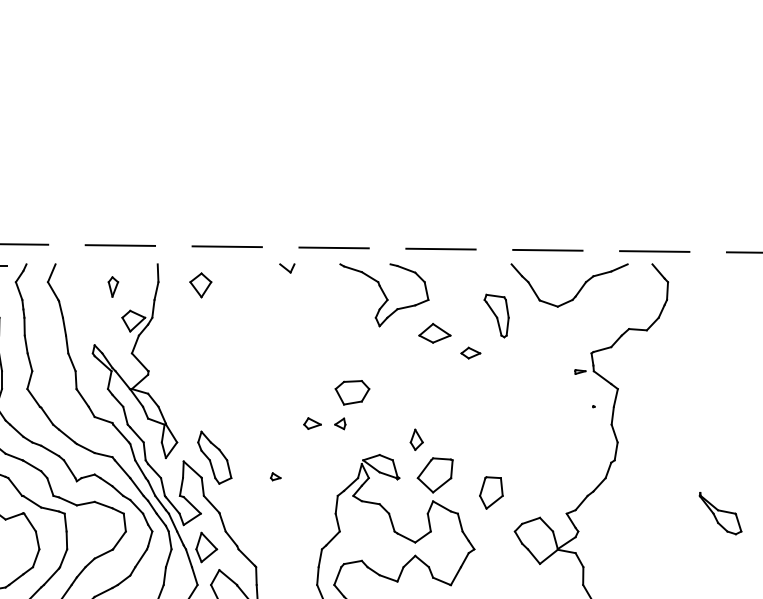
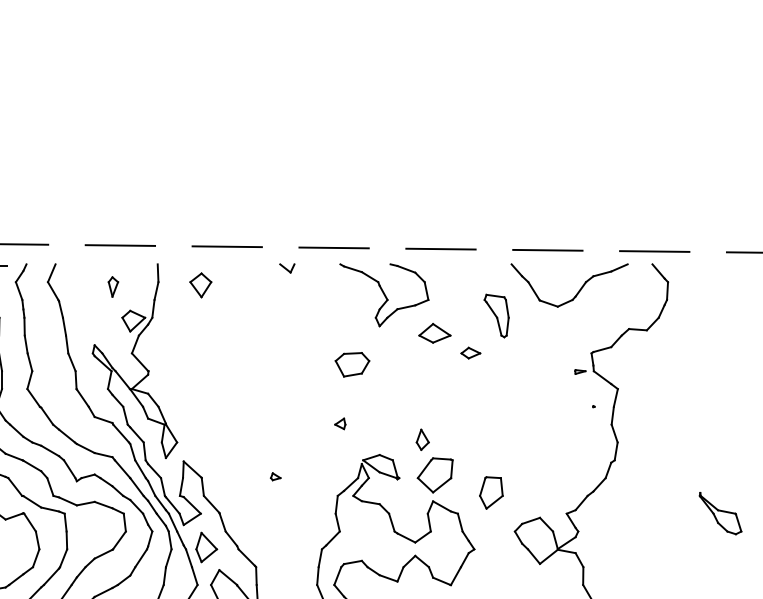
part at (352, 392) position: (352, 392) -> (352, 364)
part at (312, 423): present -> none
part at (416, 439) position: (416, 439) -> (422, 439)
part at (214, 457): present -> none
